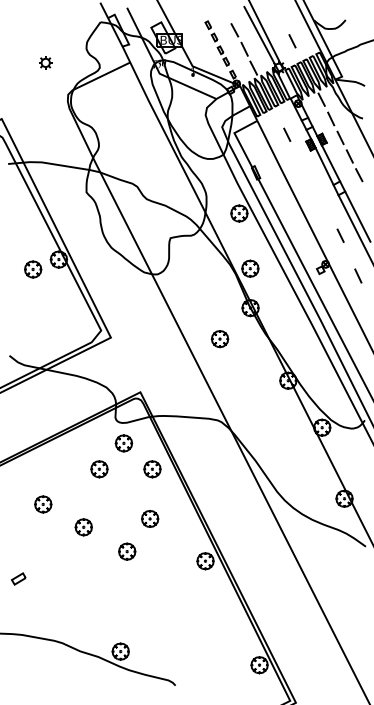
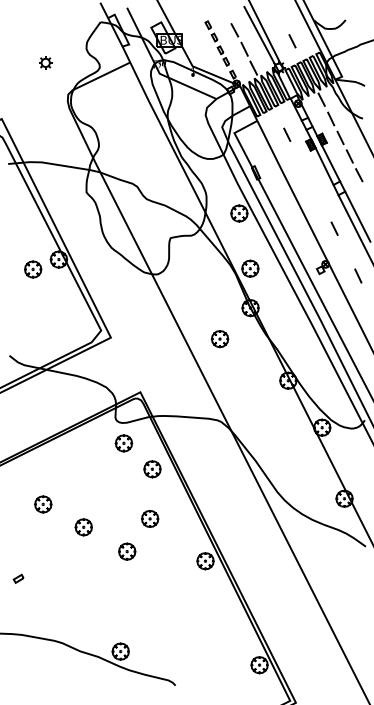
line at (340, 235) position: (340, 235) -> (334, 228)
part at (99, 469): present -> none
part at (18, 578) size: 17x14 px -> 13x11 px
